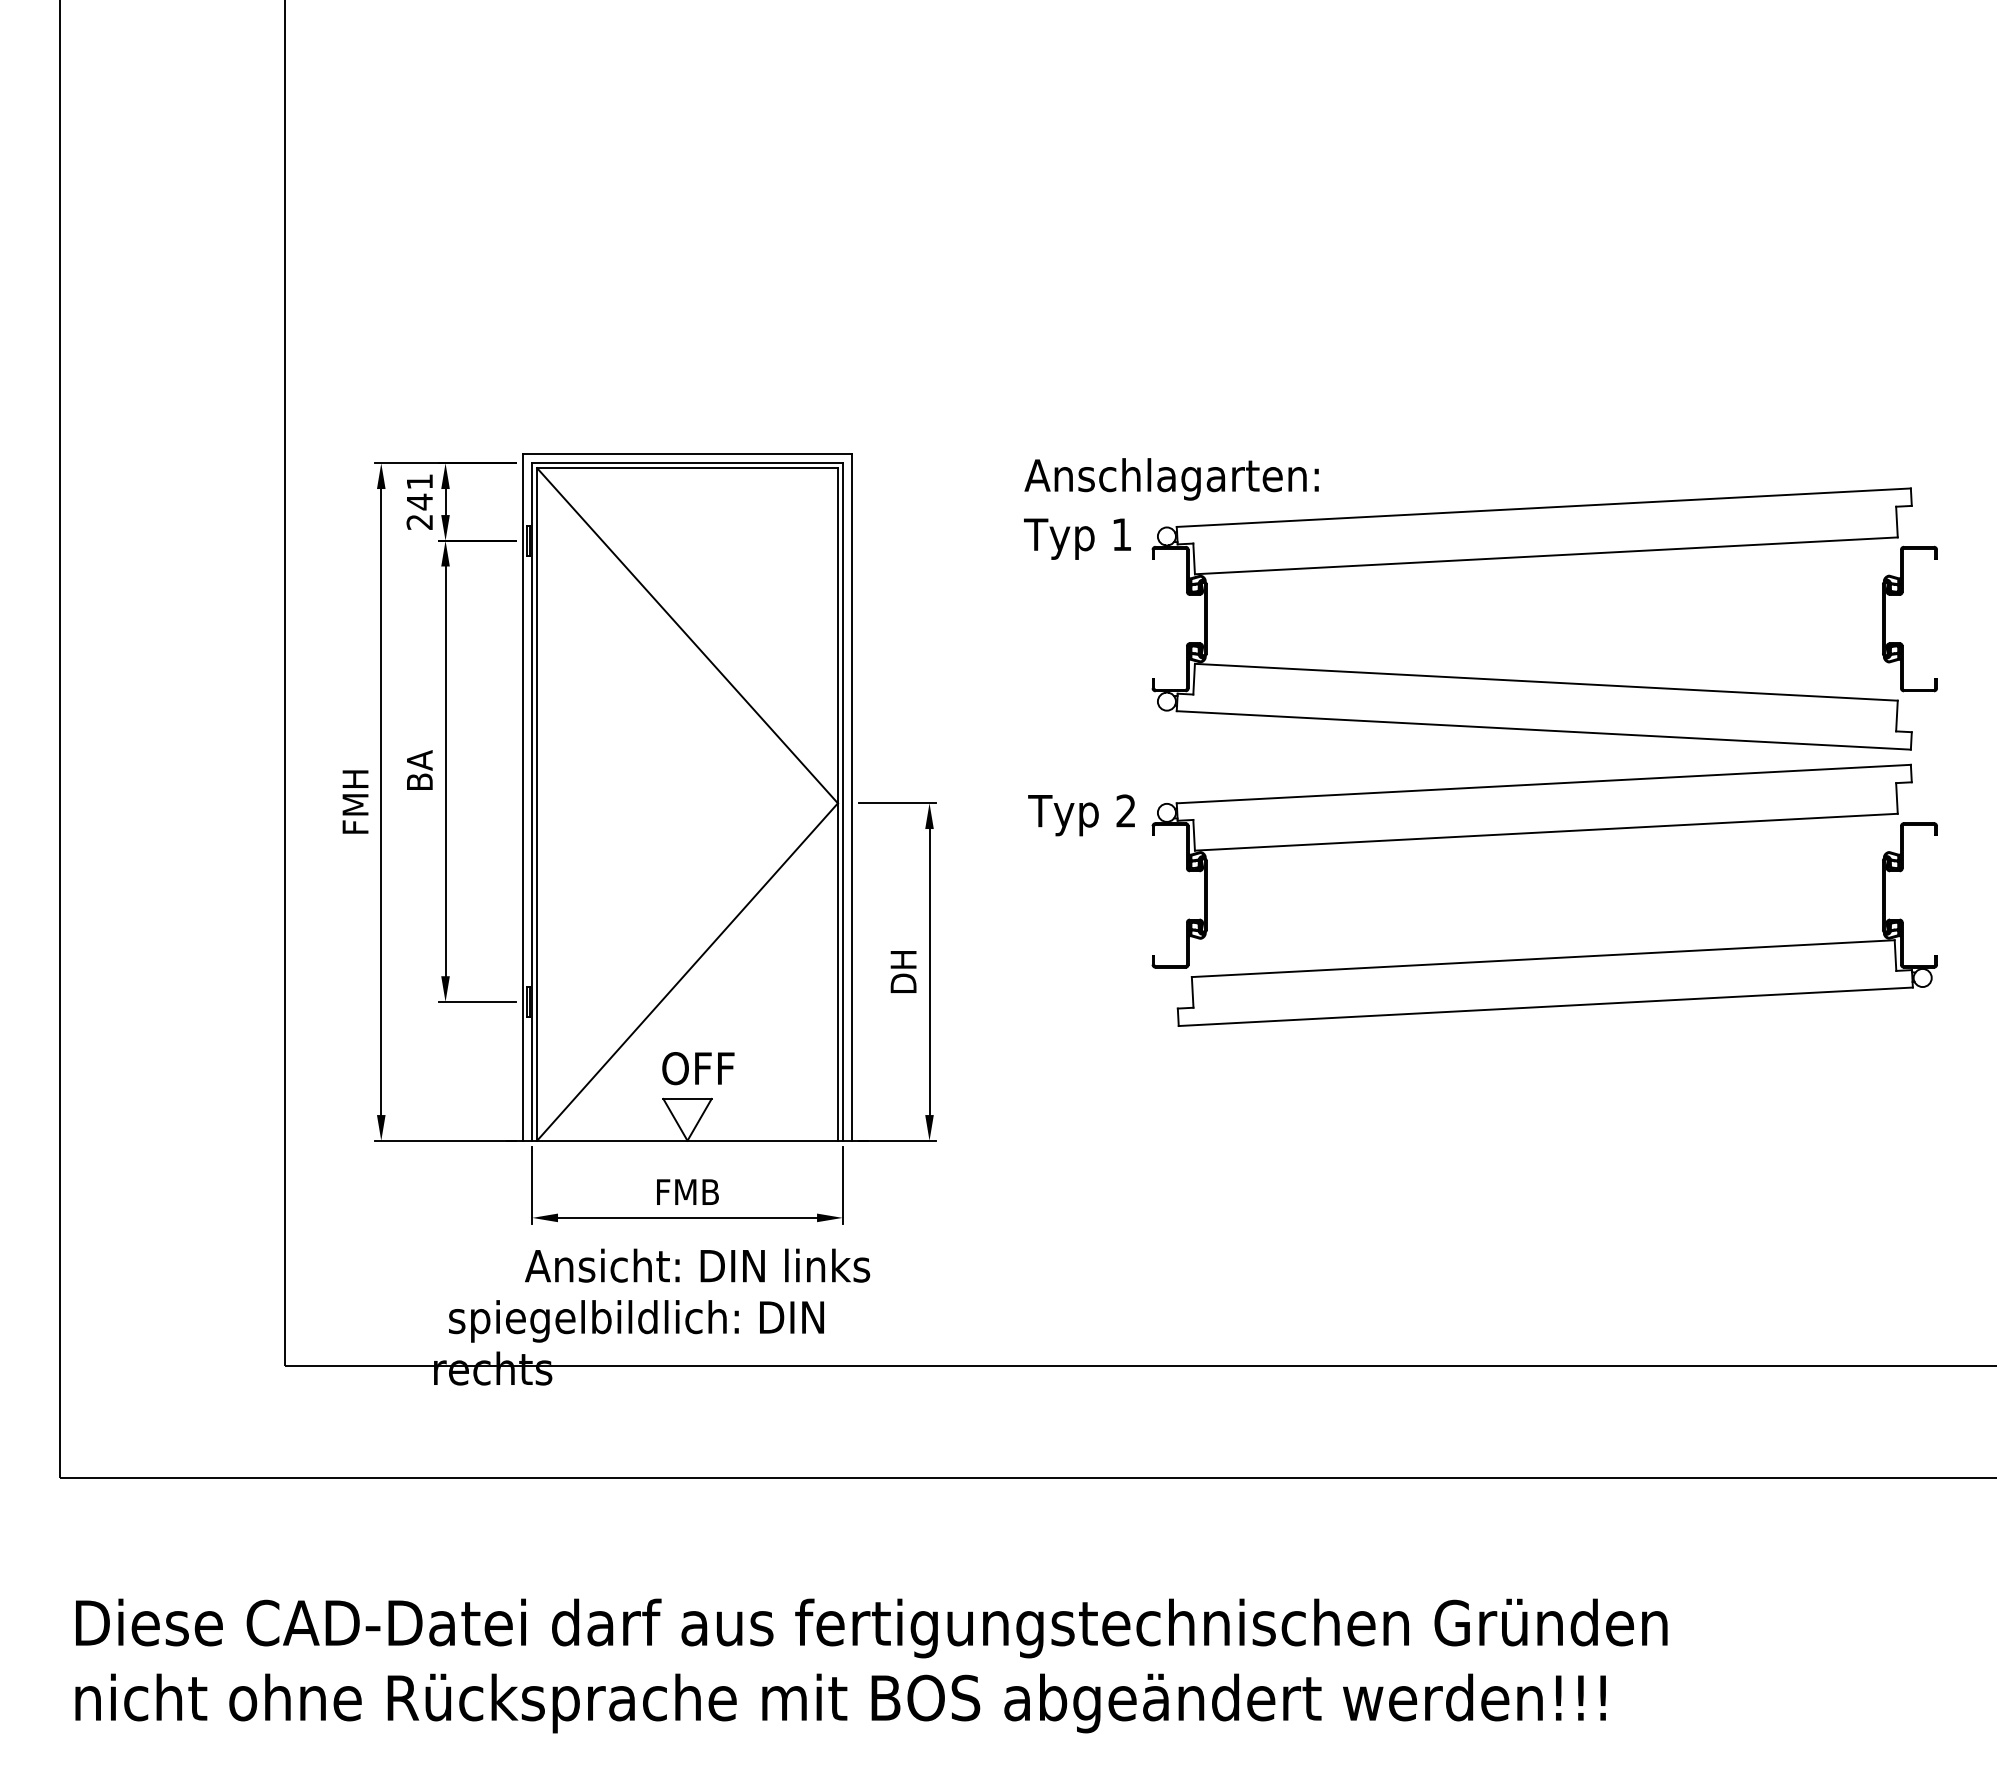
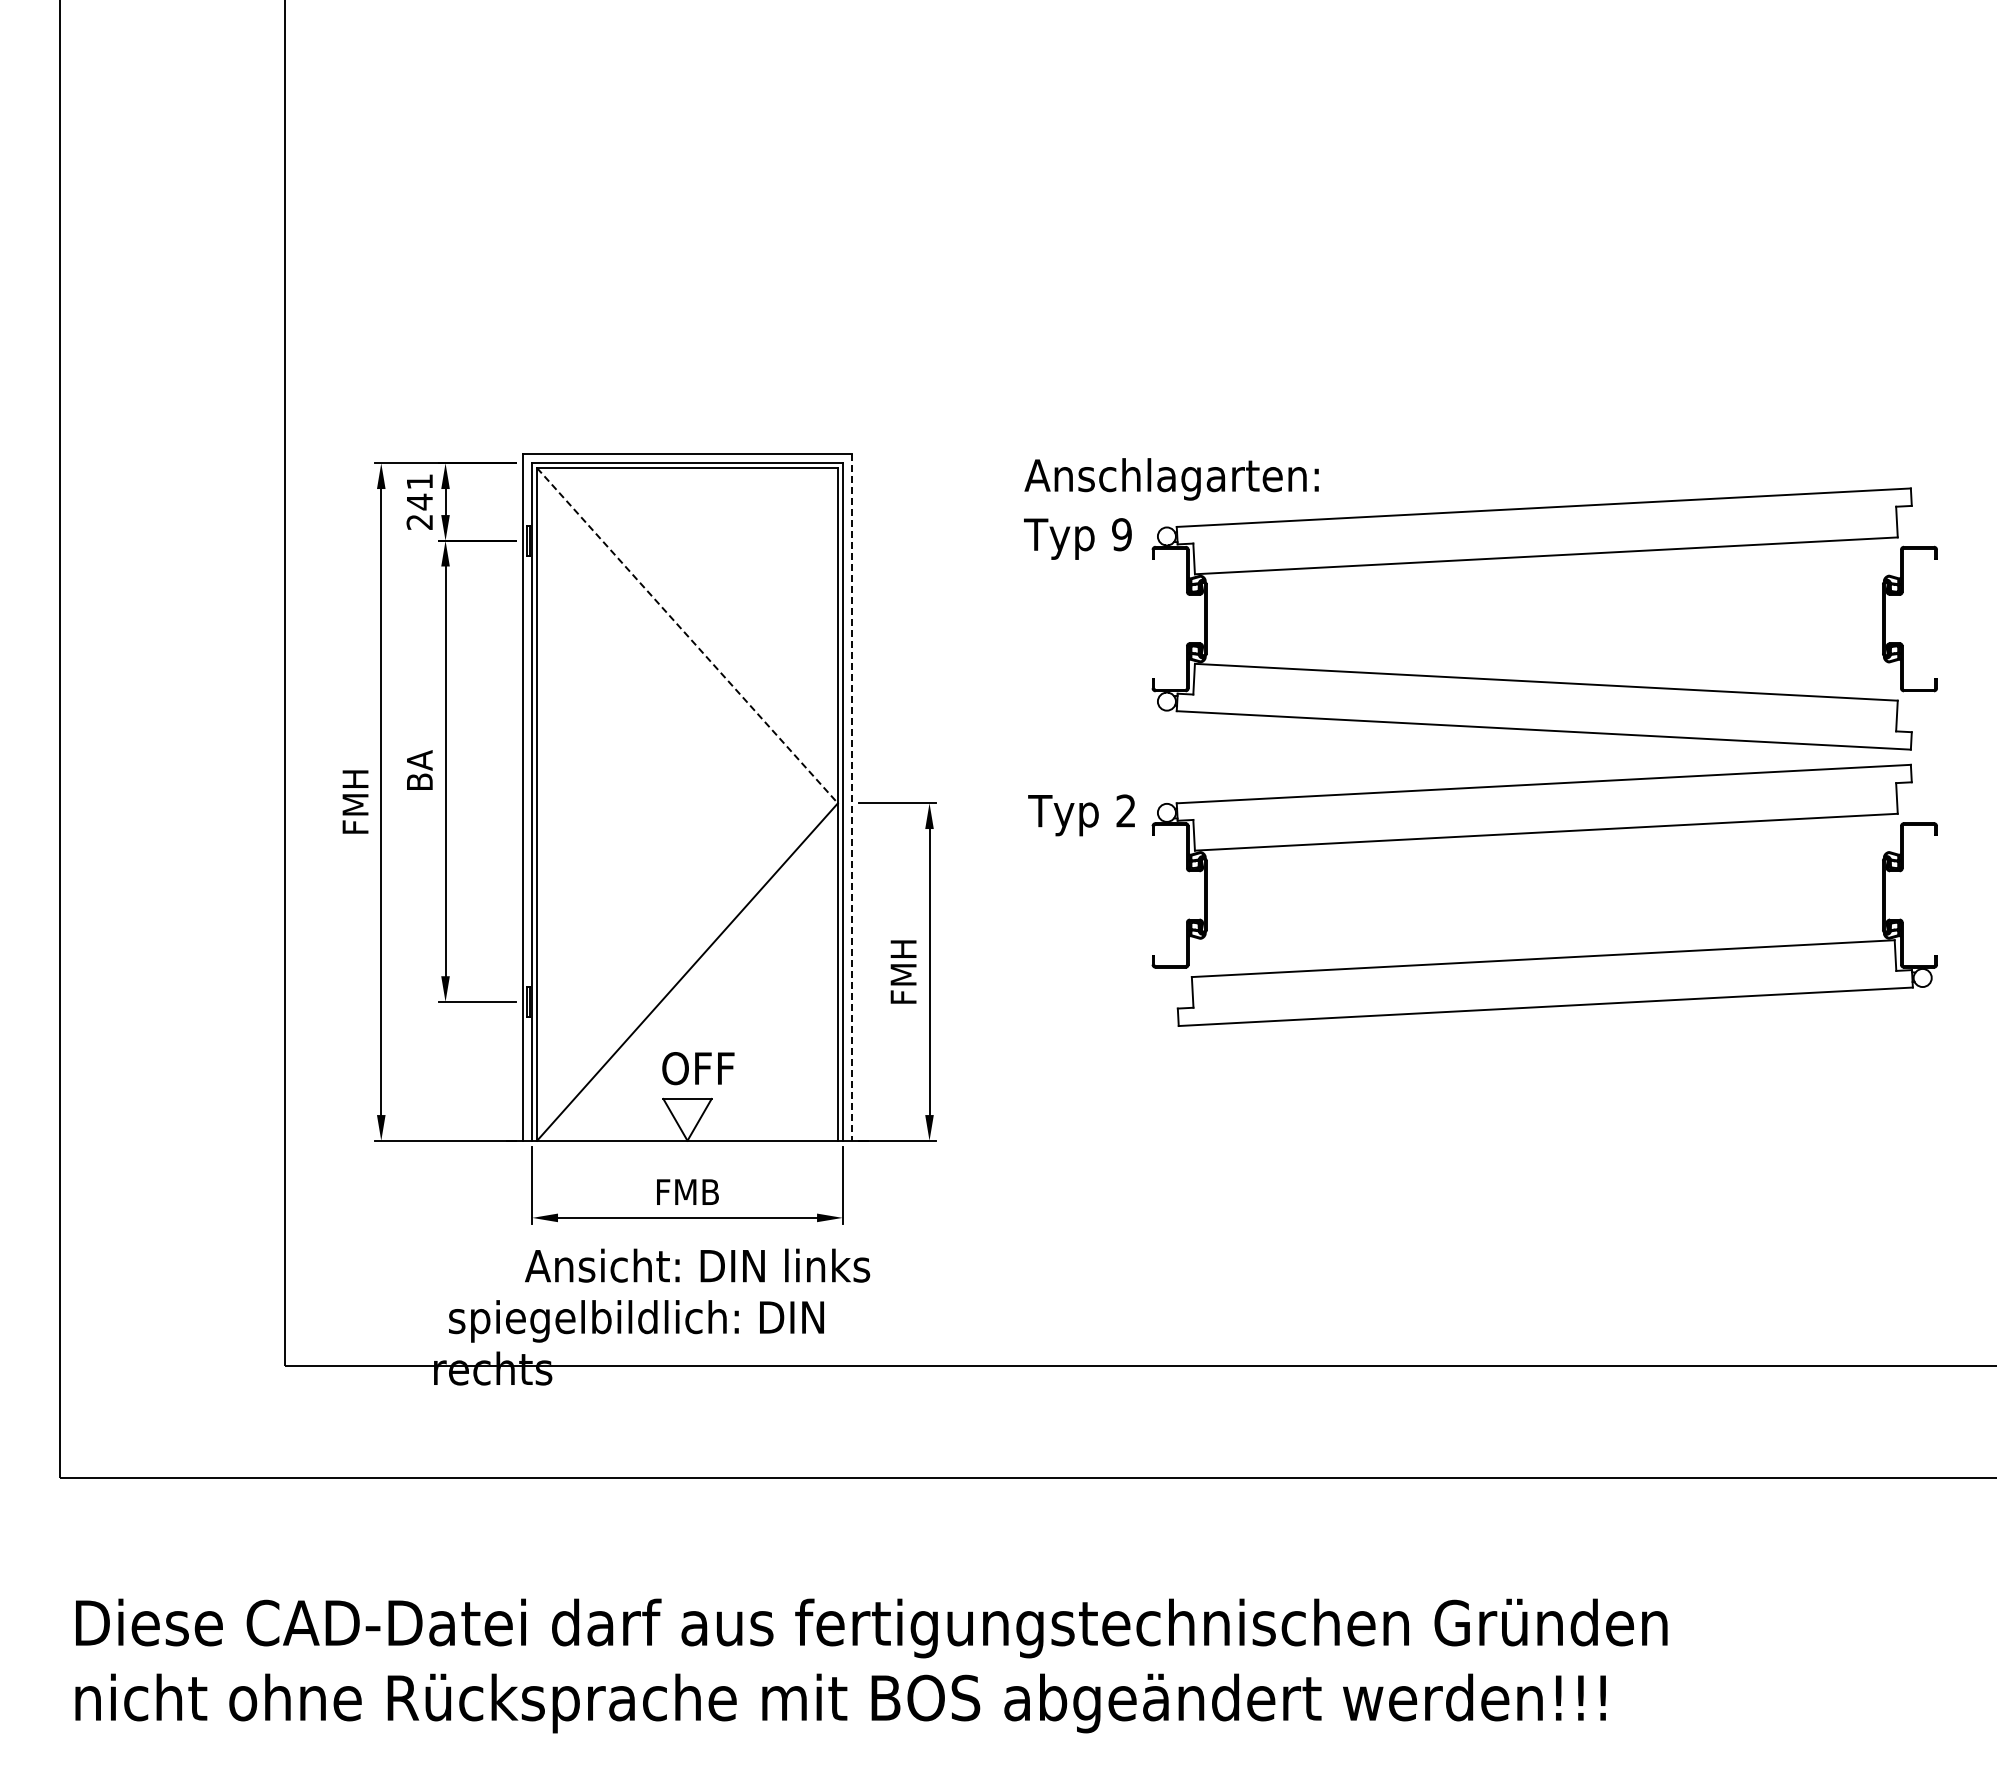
text at (1121, 534): 1 -> 9
line at (687, 636): solid -> dashed
line at (852, 797): solid -> dashed
text at (903, 971): DH -> FMH
